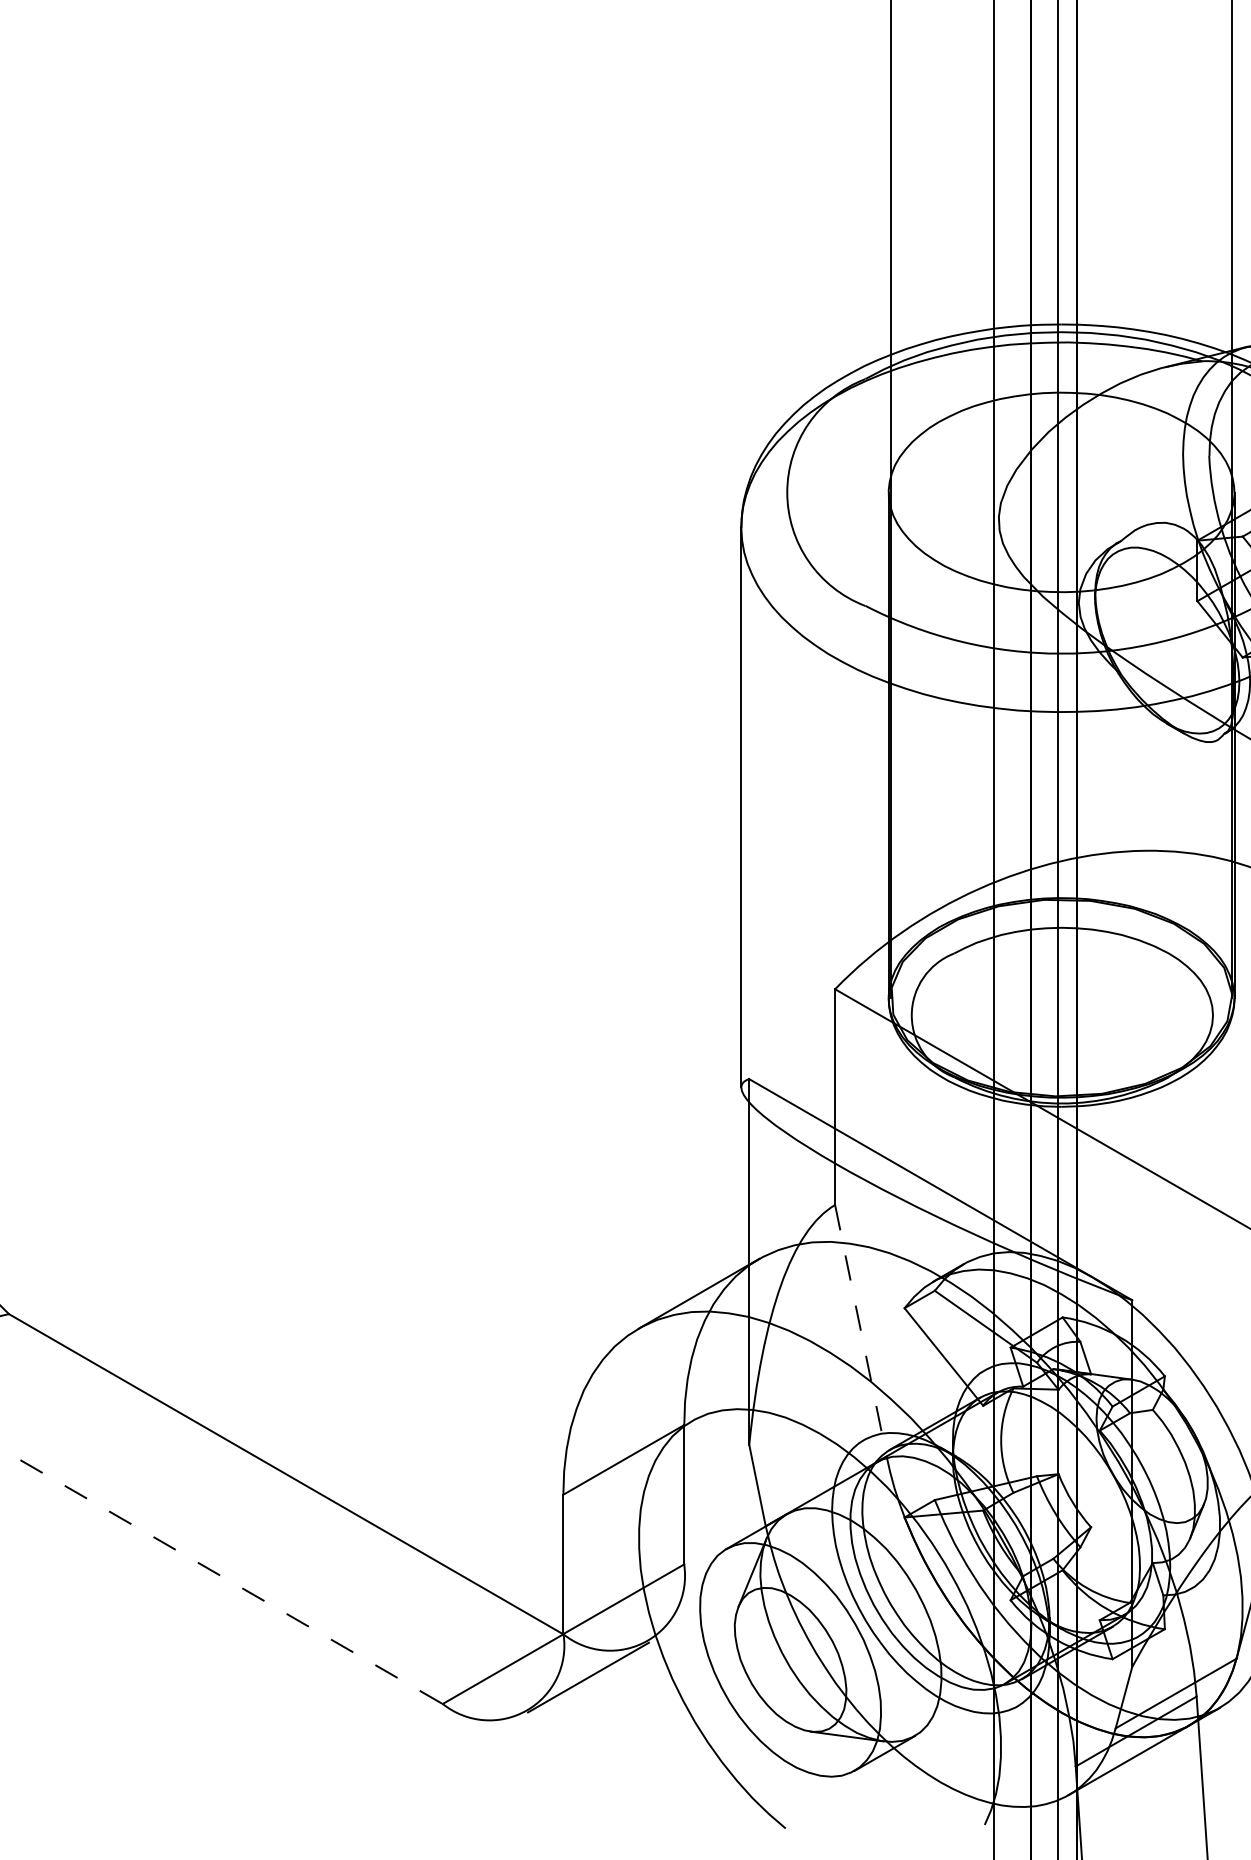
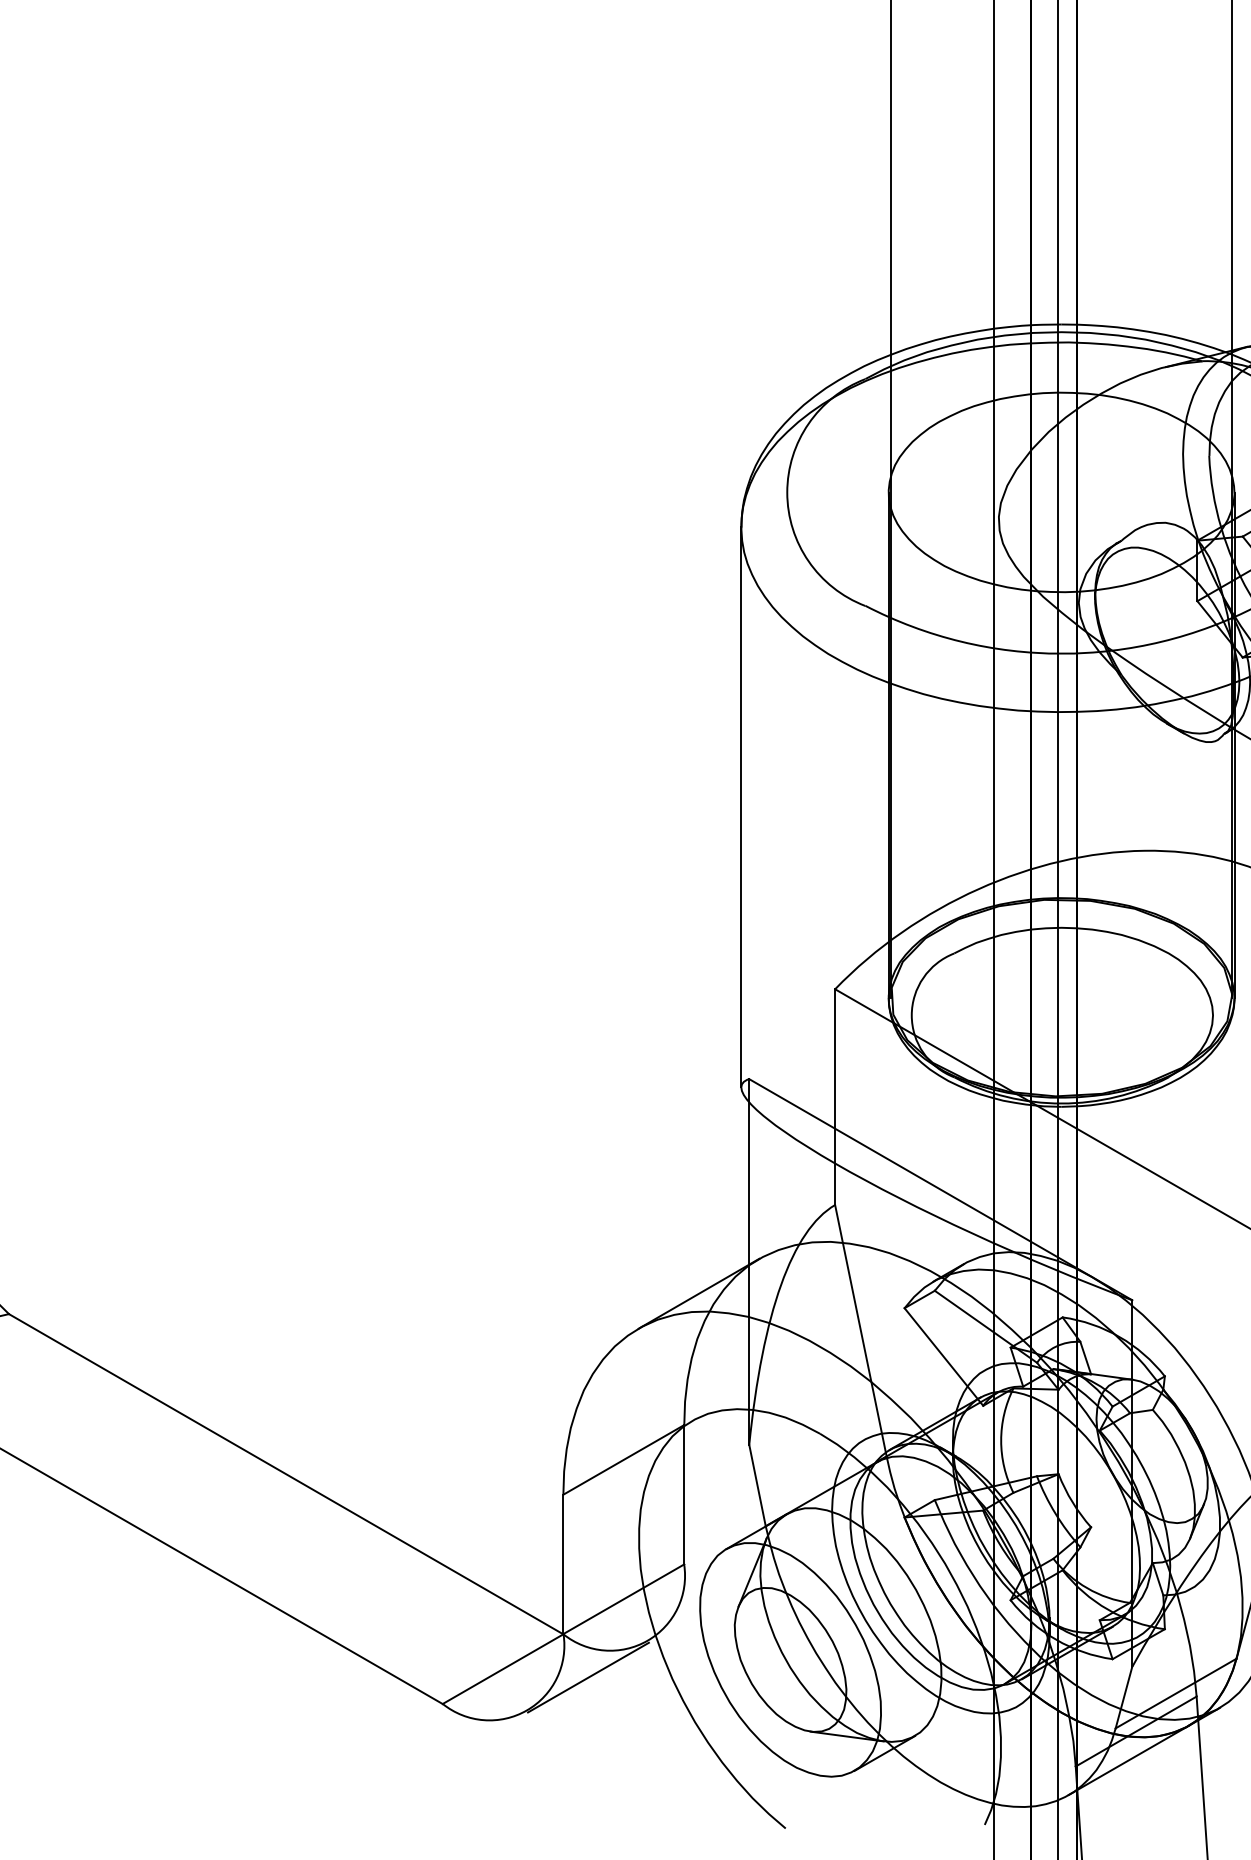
line at (861, 1331): dashed -> solid
line at (222, 1576): dashed -> solid
